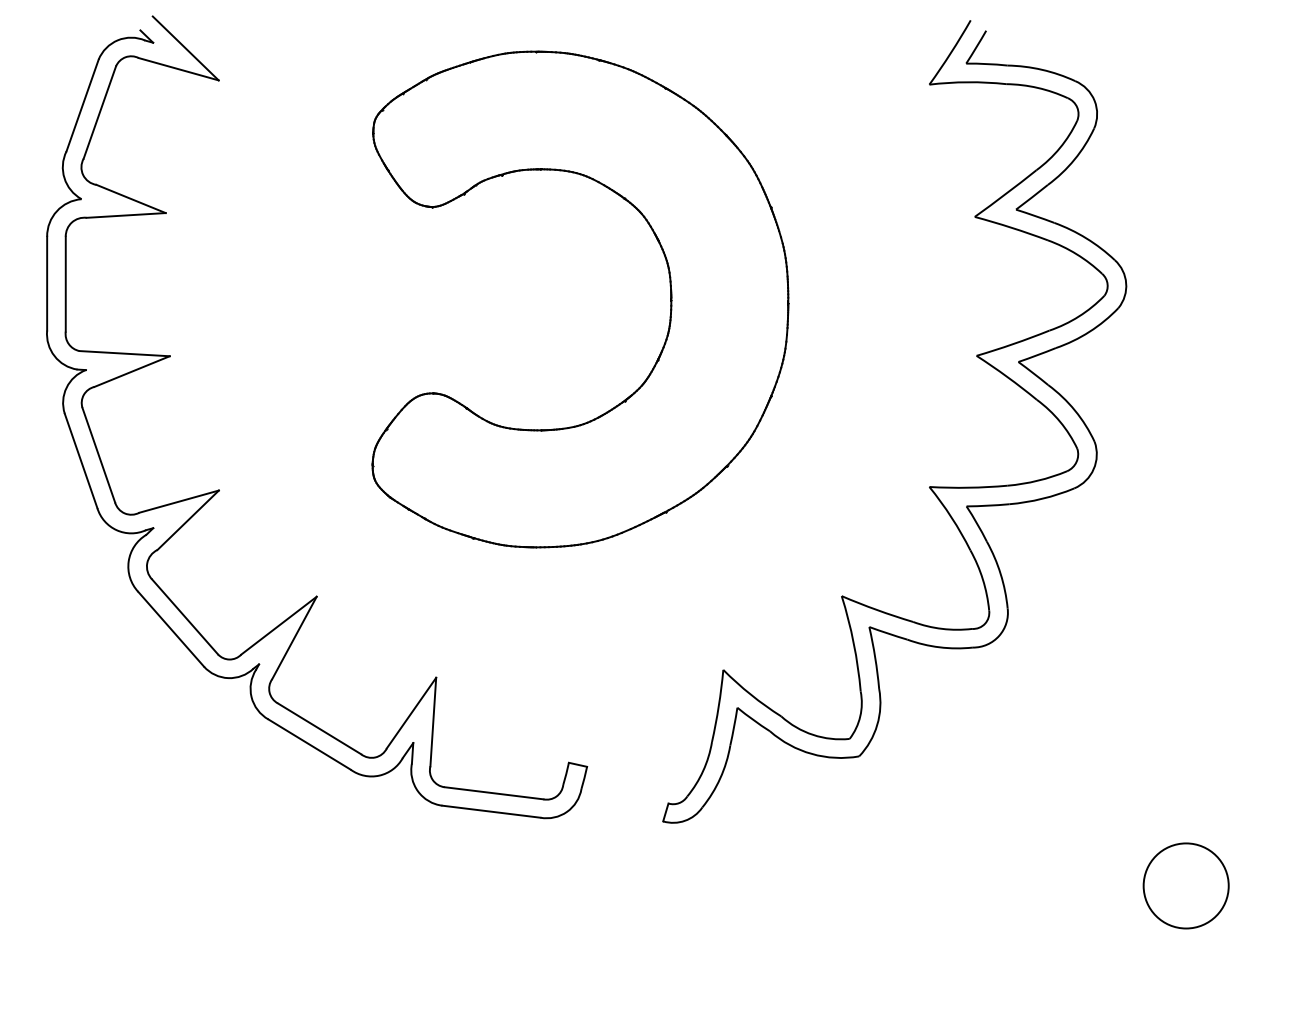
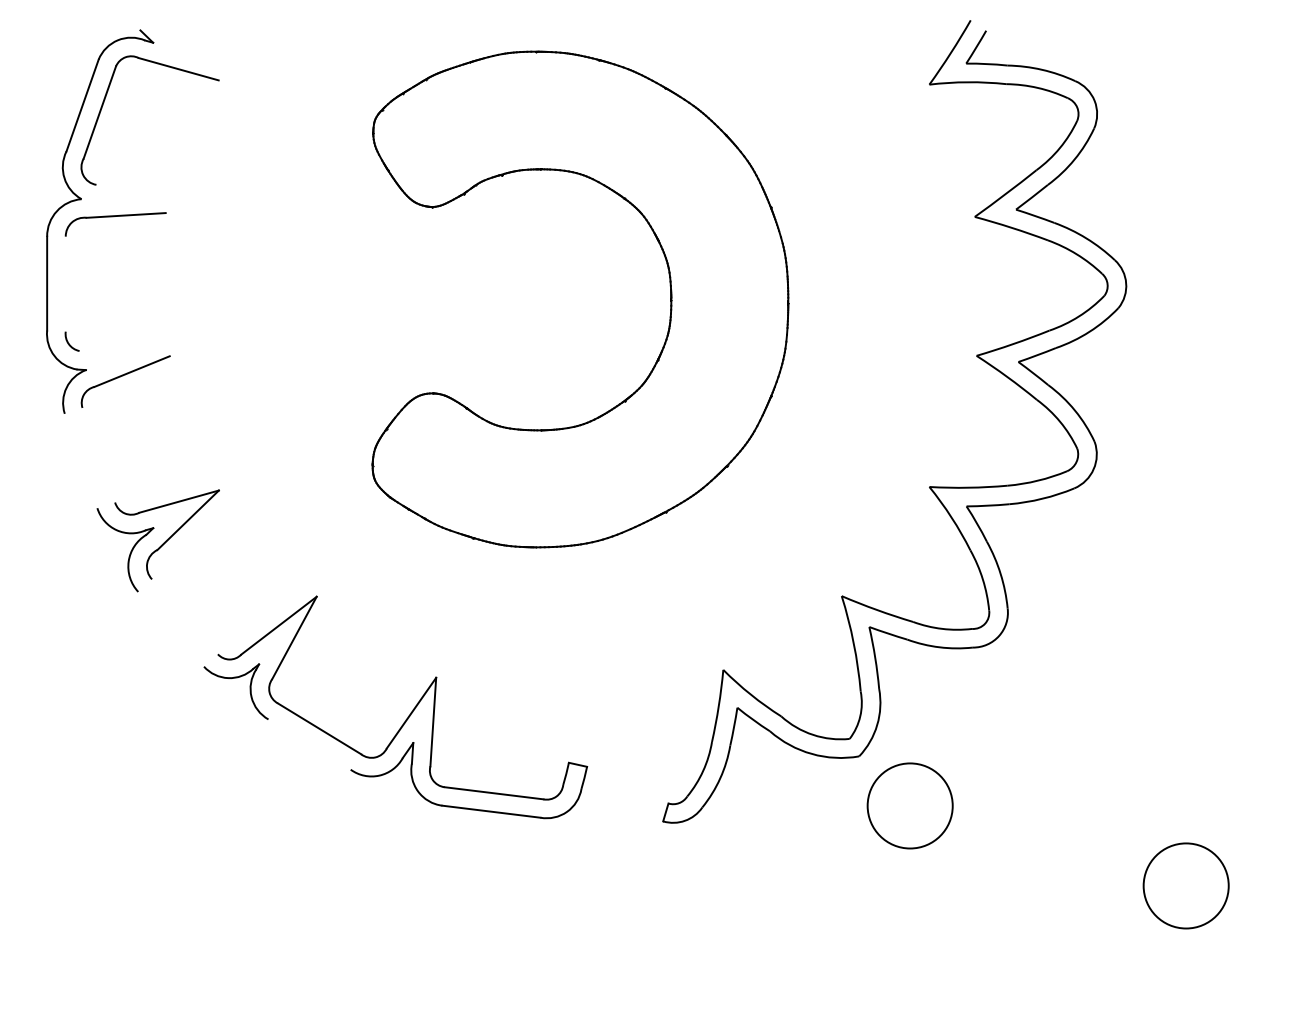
line at (185, 48): present -> none
line at (130, 198): present -> none
line at (65, 283): present -> none
line at (124, 353): present -> none
line at (98, 454): present -> none
line at (80, 460): present -> none
line at (184, 616): present -> none
line at (171, 628): present -> none
line at (309, 744): present -> none
circle at (909, 805): none -> present
